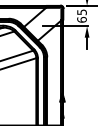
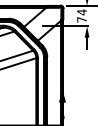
text at (81, 15): 65 -> 74
